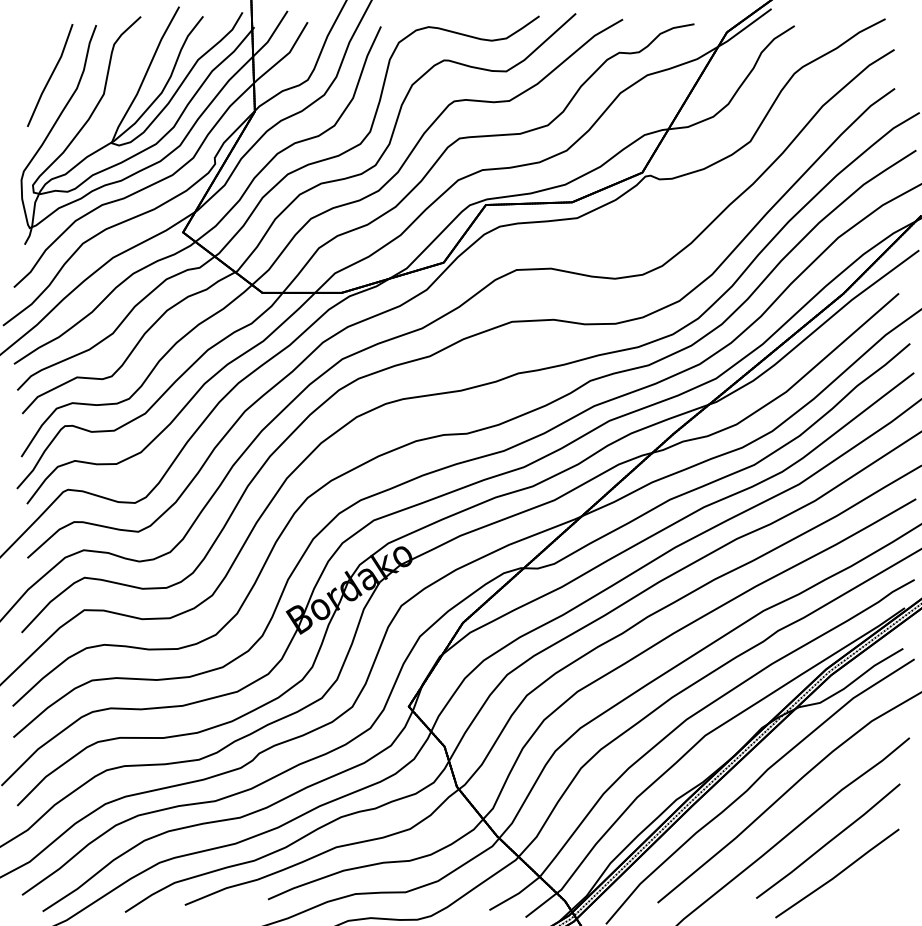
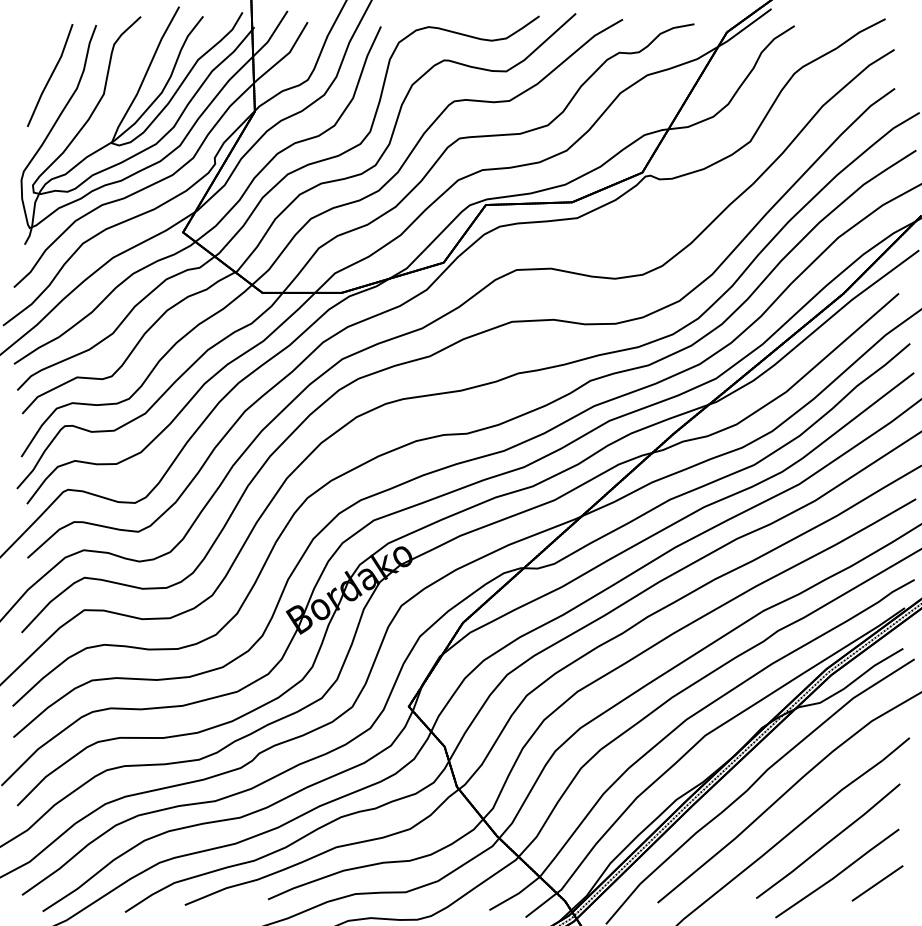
line at (877, 883): none -> present
